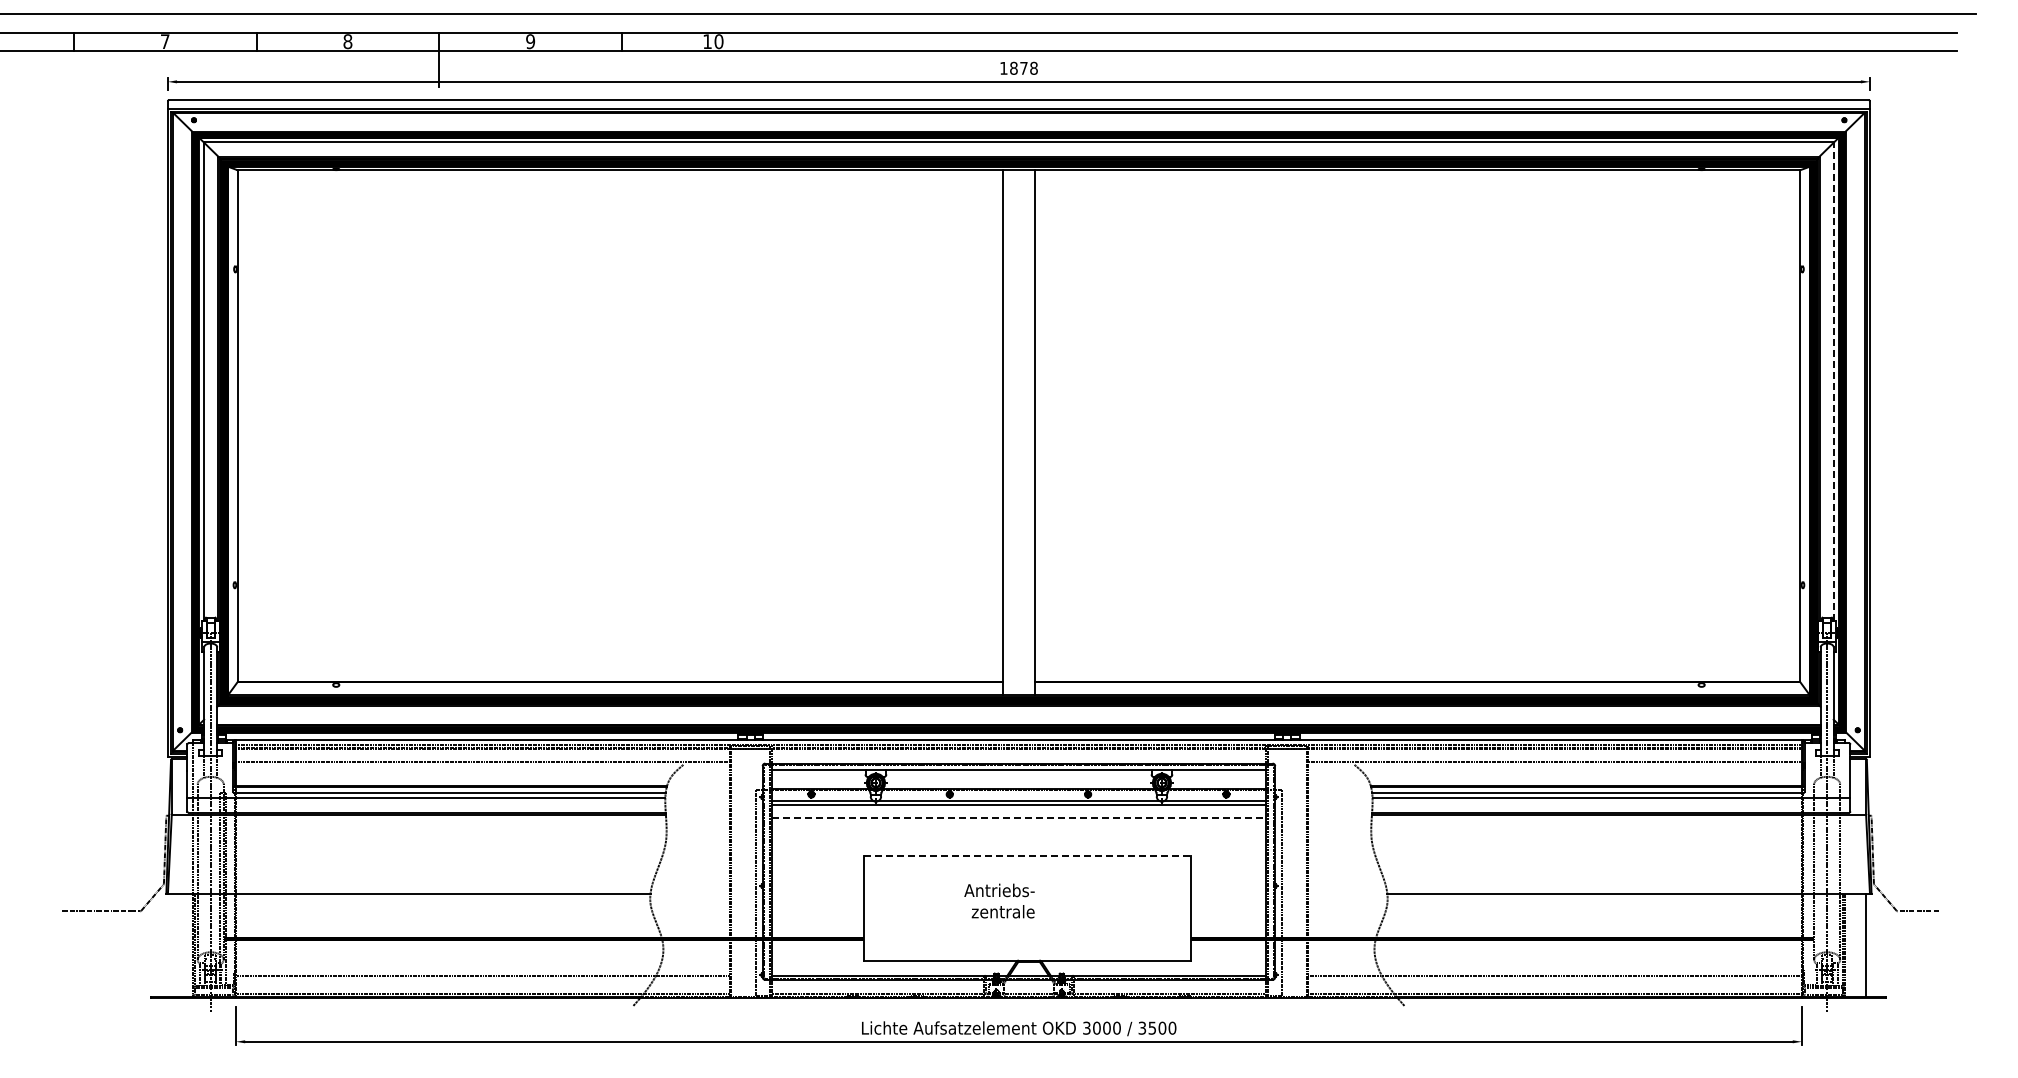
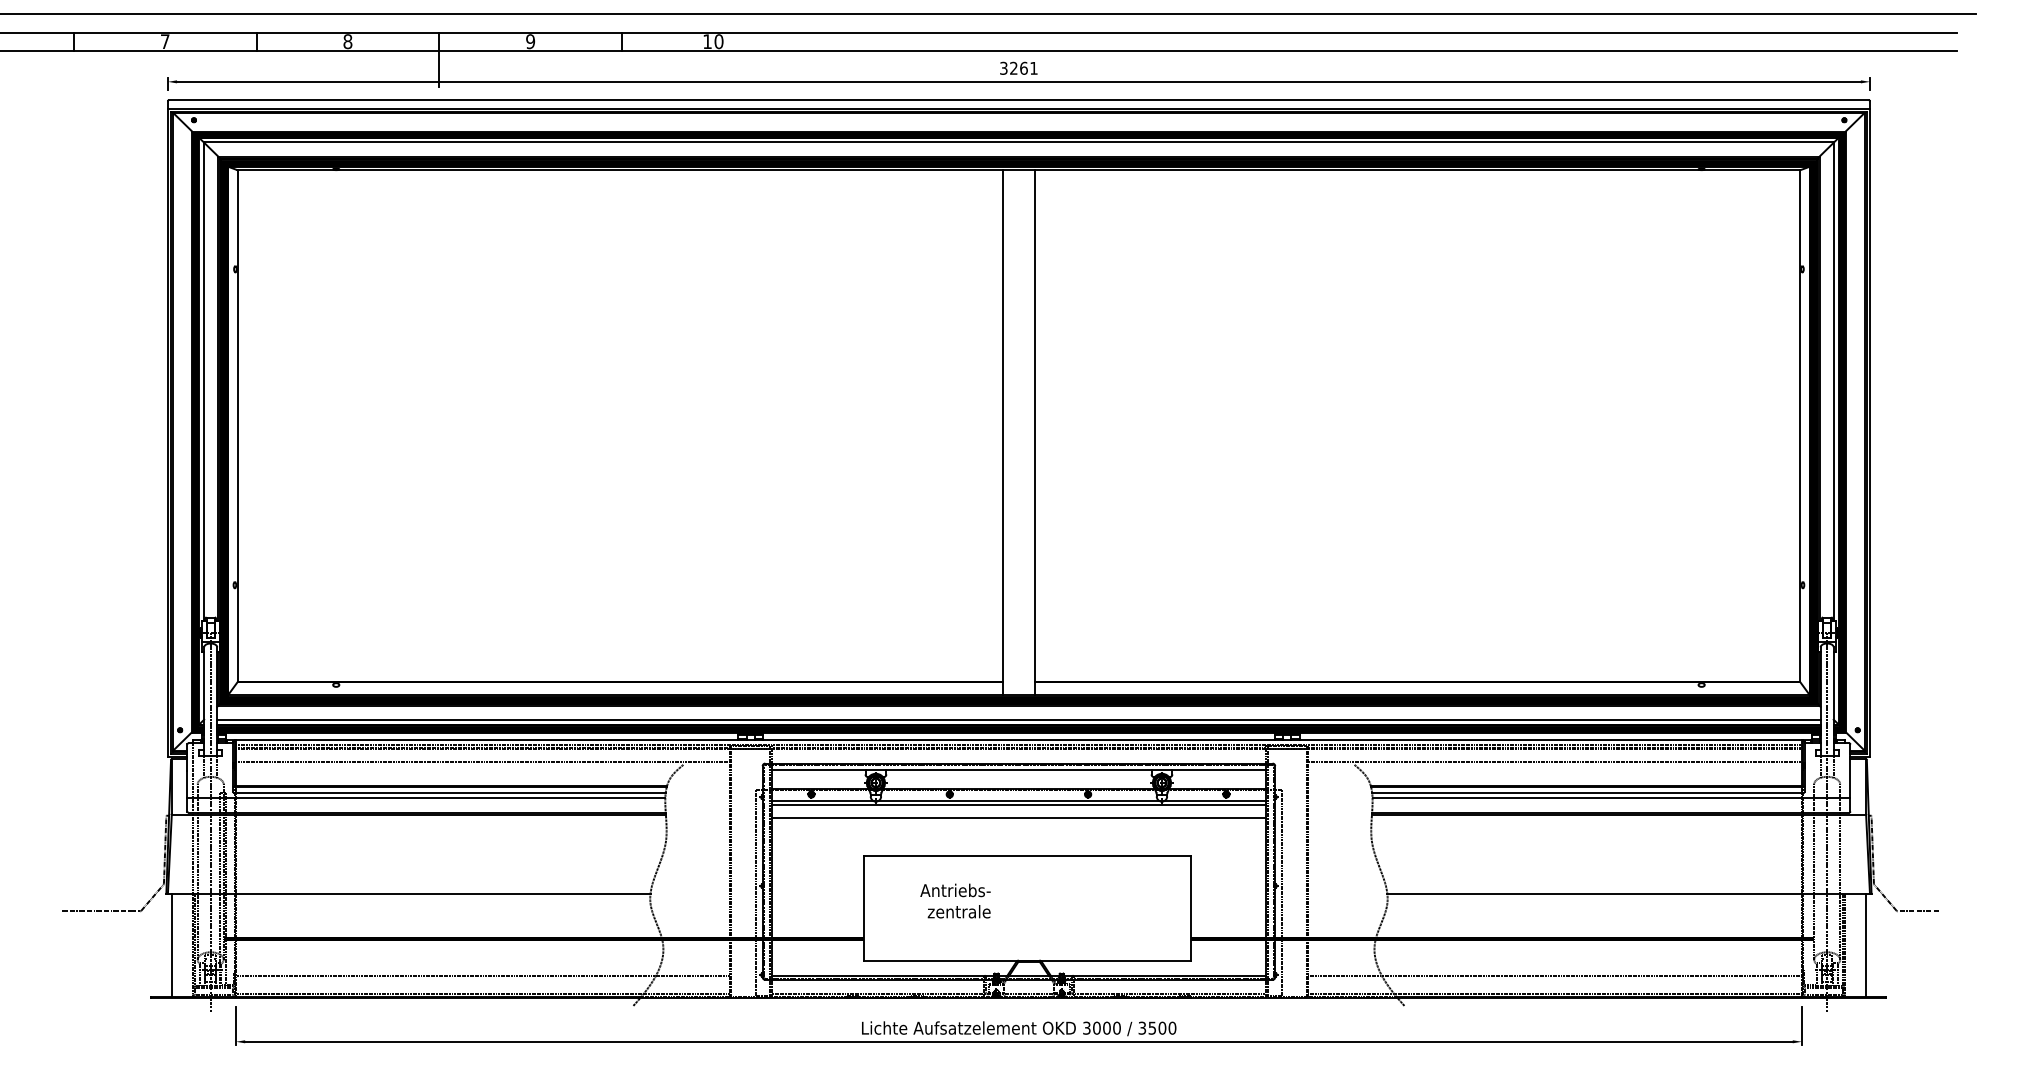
text at (1018, 67): 1878 -> 3261
line at (1834, 380): dashed -> solid
line at (1018, 720): none -> present
line at (1019, 817): dashed -> solid
line at (1027, 856): dashed -> solid
text at (999, 900) position: (999, 900) -> (955, 900)
line at (172, 944): none -> present
